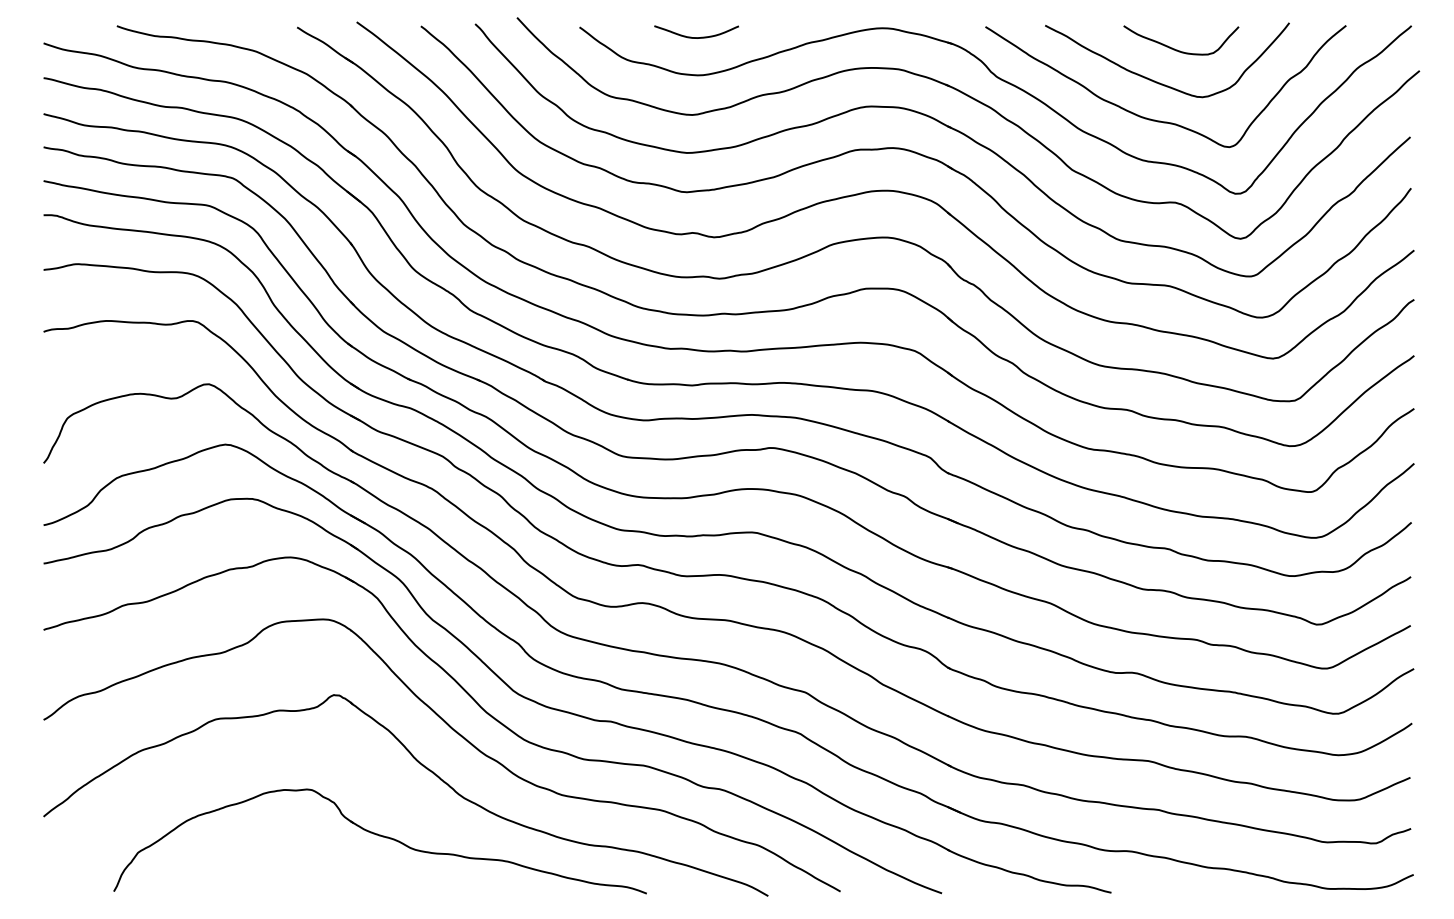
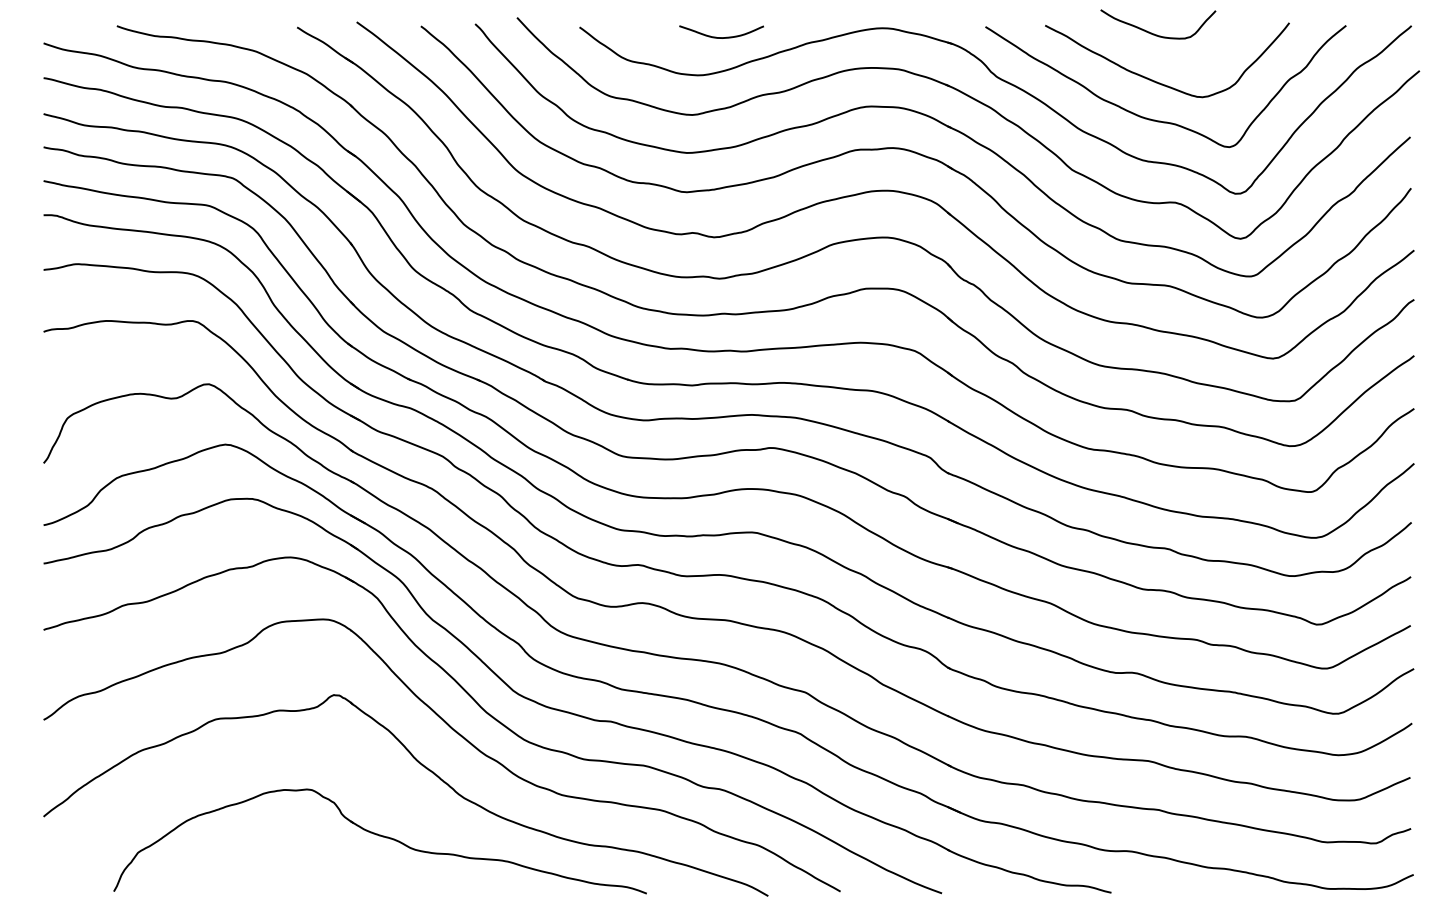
curve at (696, 37) position: (696, 37) -> (721, 37)
curve at (1177, 49) position: (1177, 49) -> (1154, 33)
